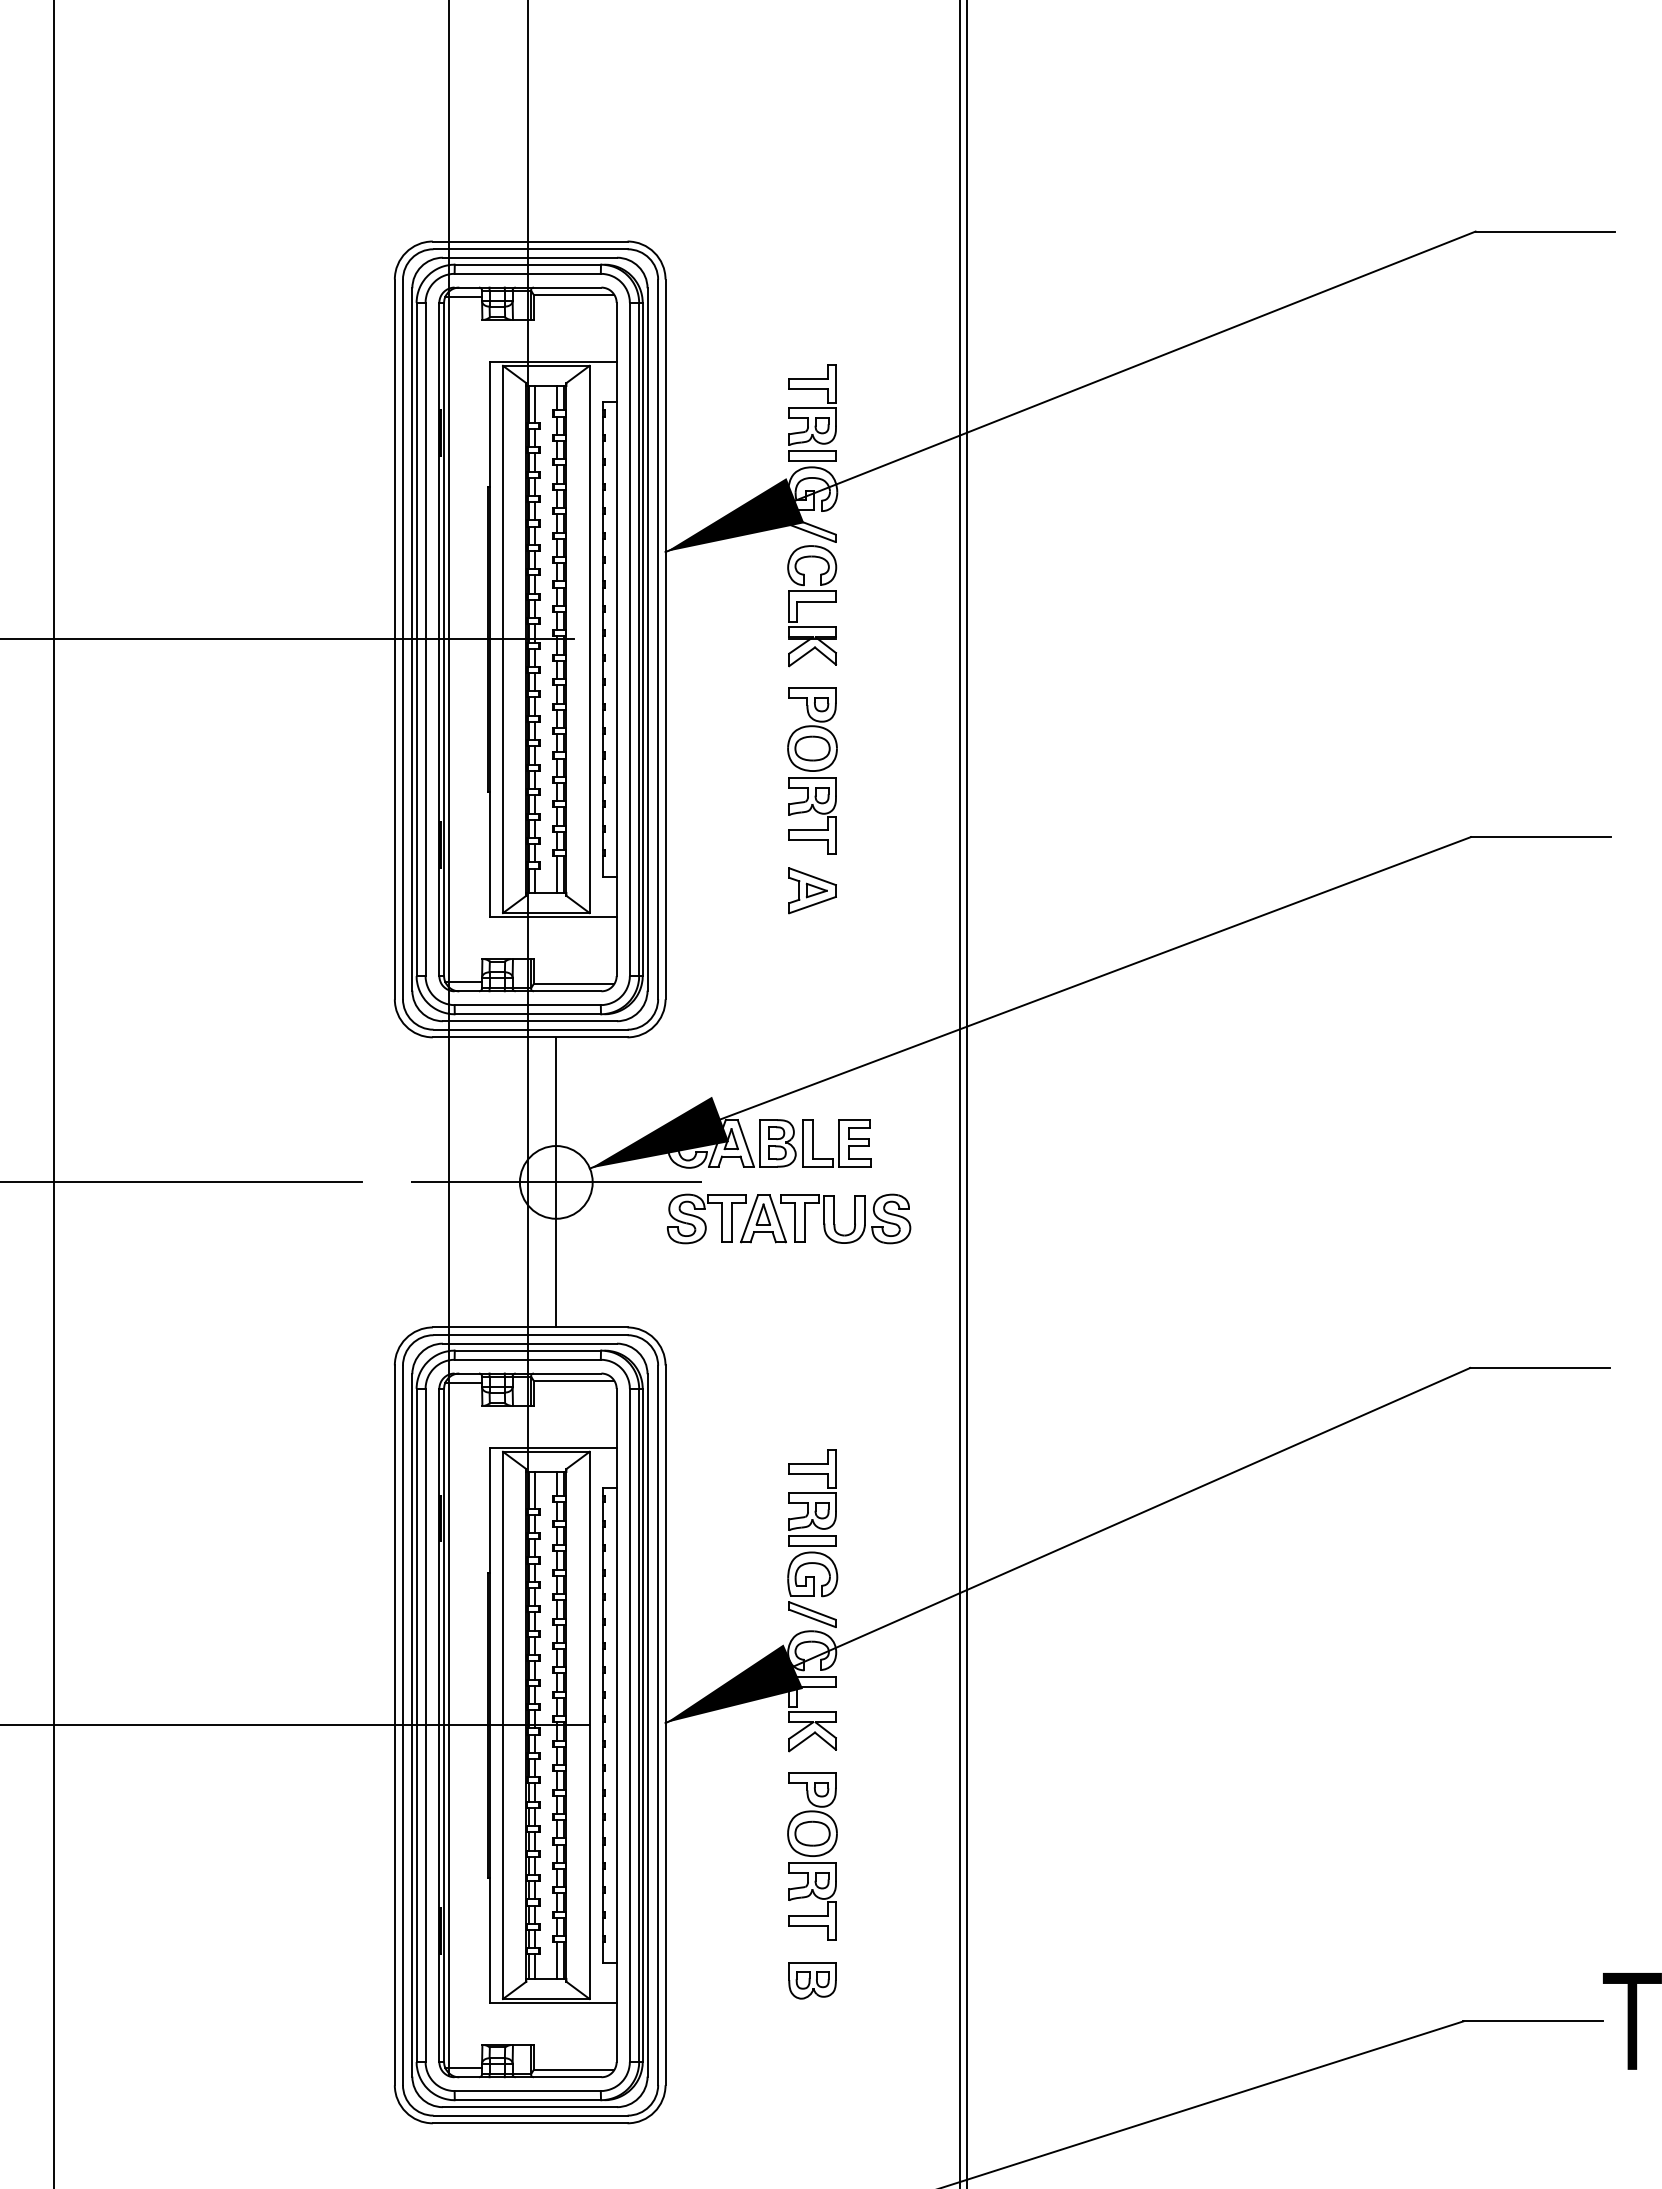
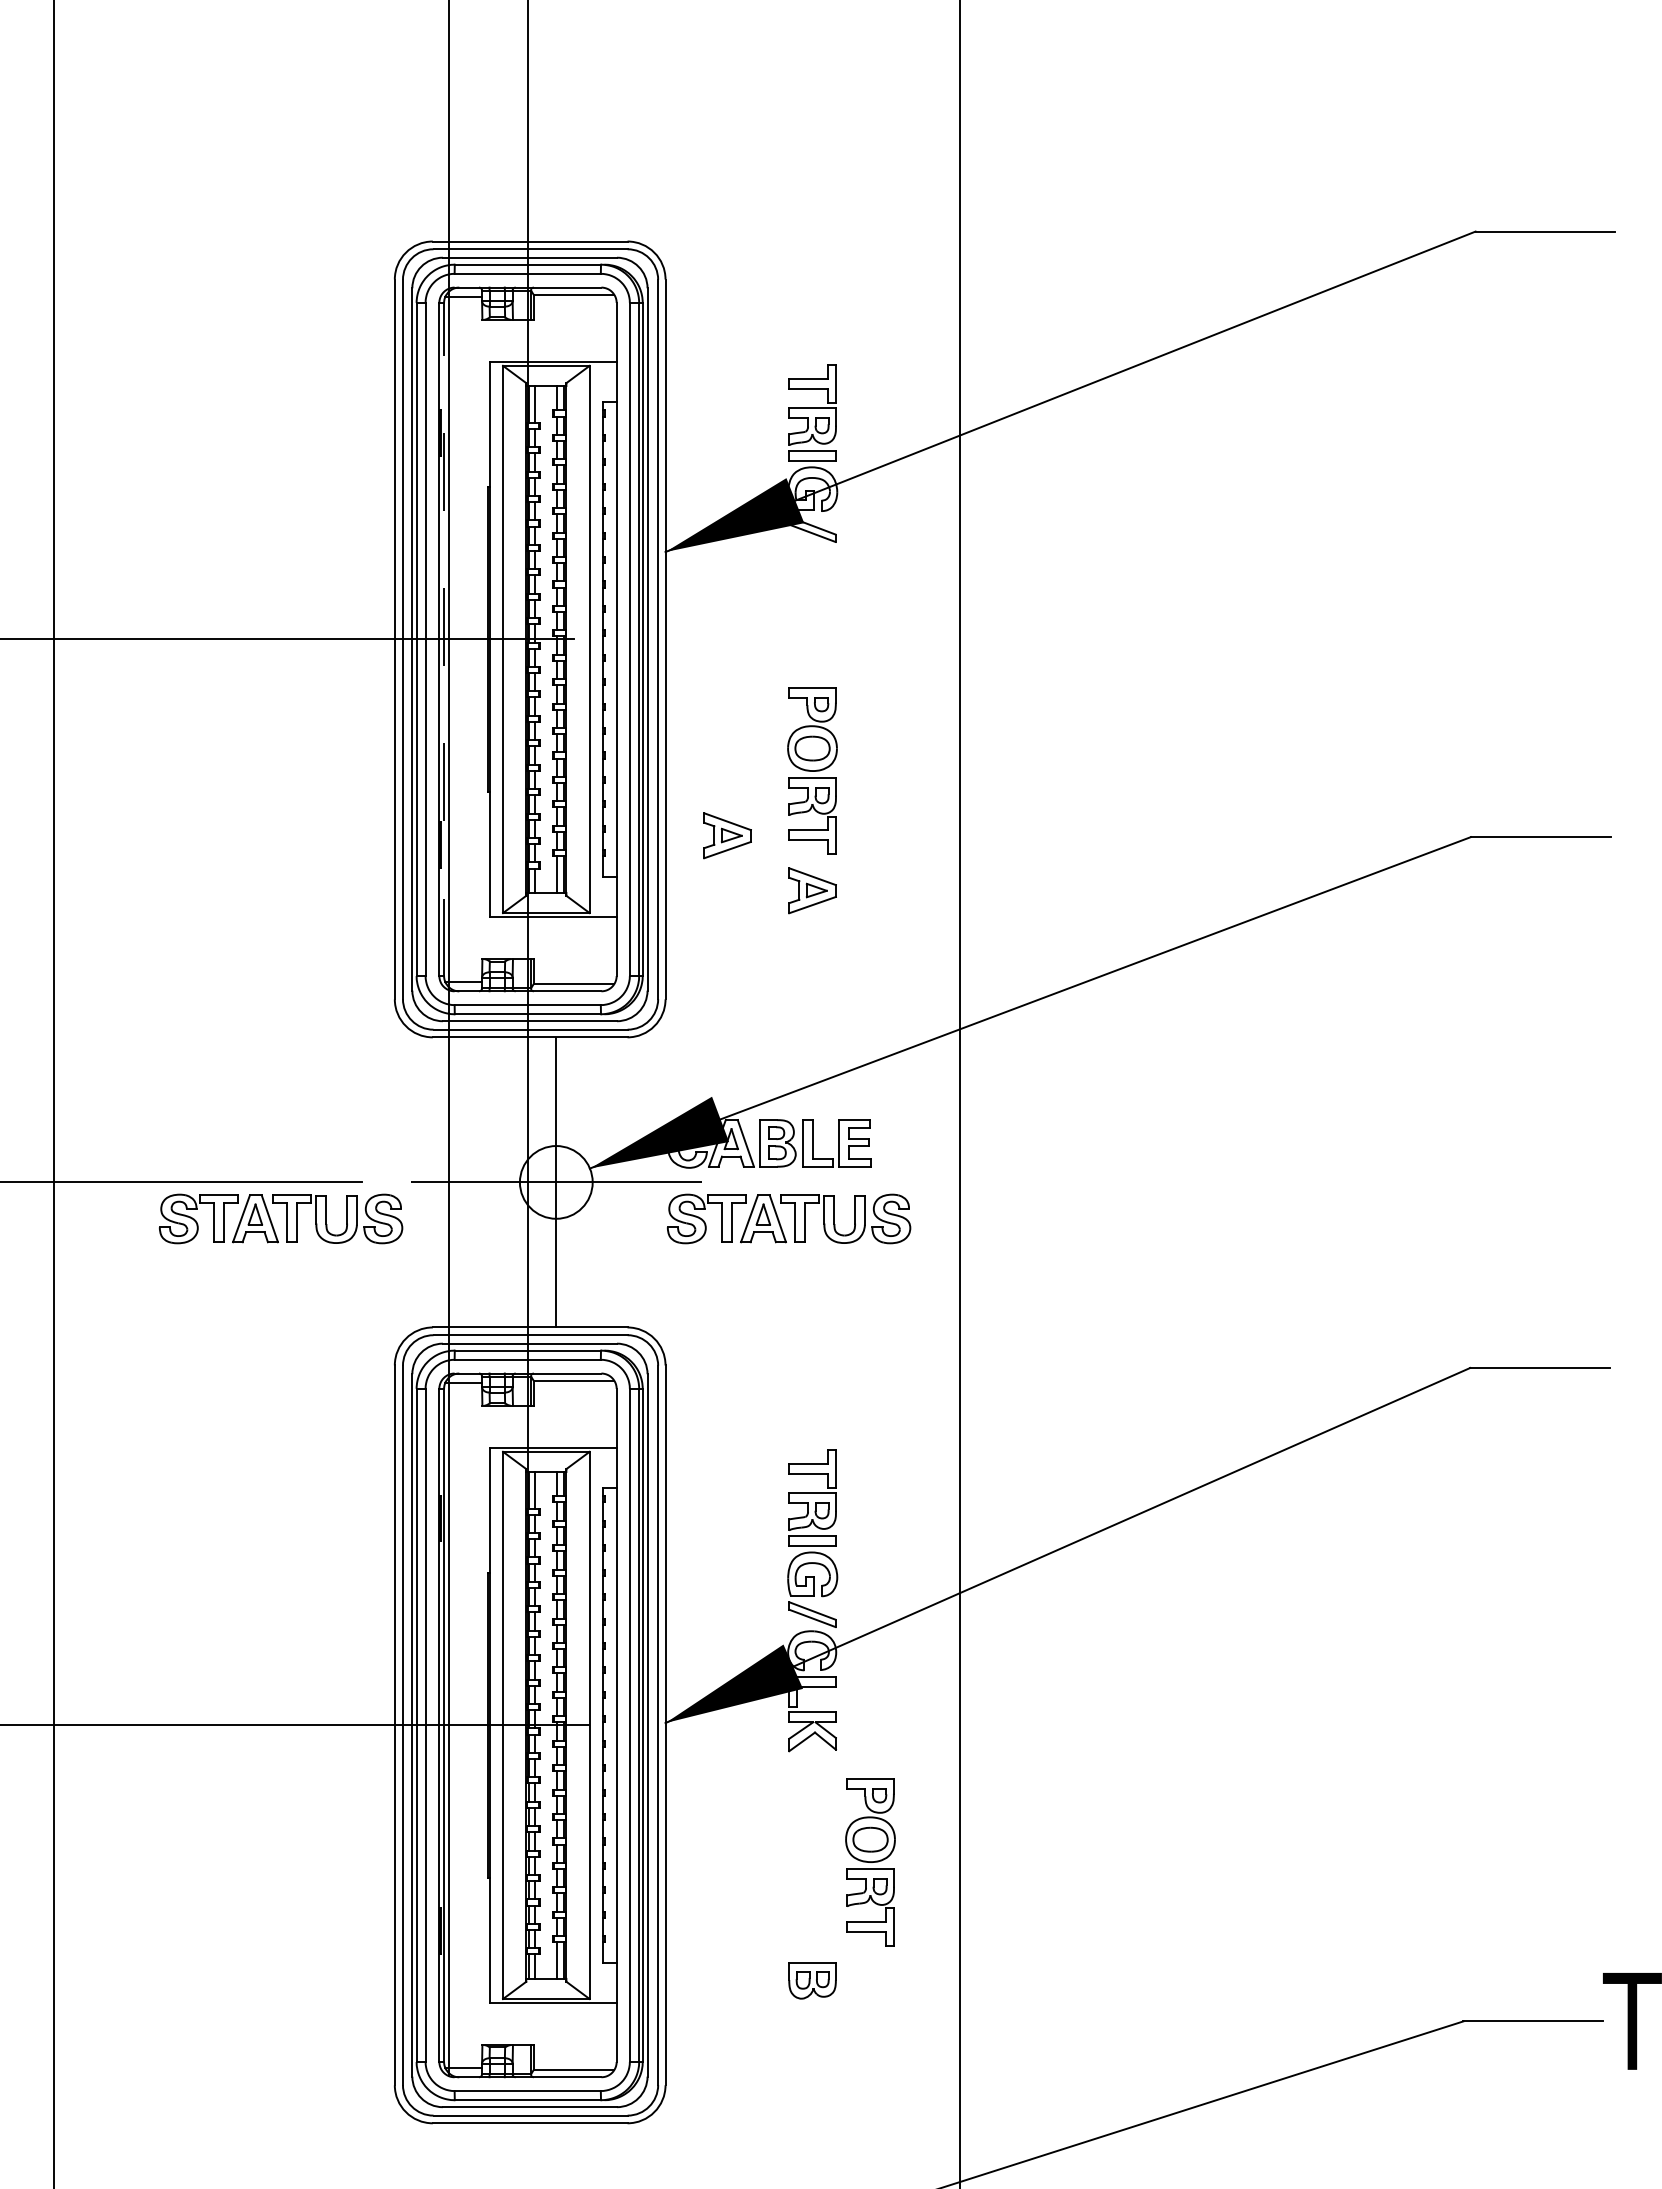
part at (812, 606): present -> none
line at (444, 639): solid -> dashed
part at (727, 835): none -> present
line at (967, 1093): present -> none
part at (281, 1218): none -> present
part at (812, 1856) position: (812, 1856) -> (870, 1862)
